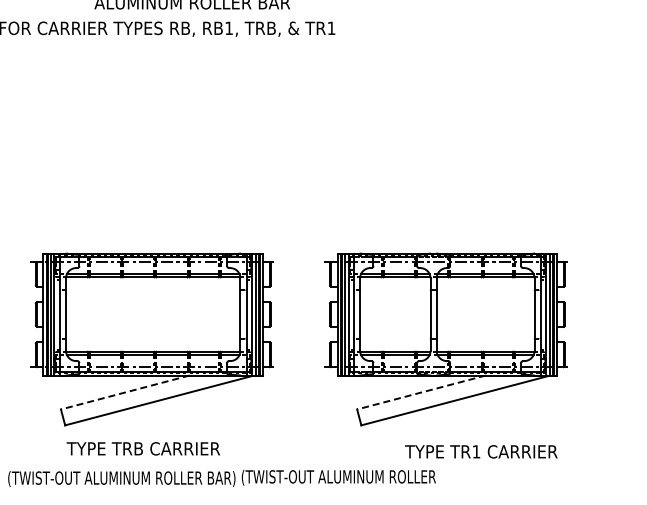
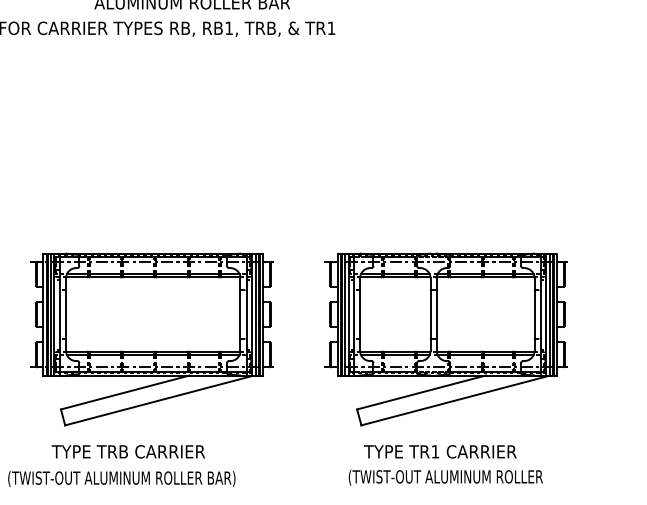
line at (125, 392): dashed -> solid
line at (421, 392): dashed -> solid
text at (142, 448) position: (142, 448) -> (127, 451)
text at (481, 451) position: (481, 451) -> (440, 451)
text at (338, 477) position: (338, 477) -> (445, 477)
